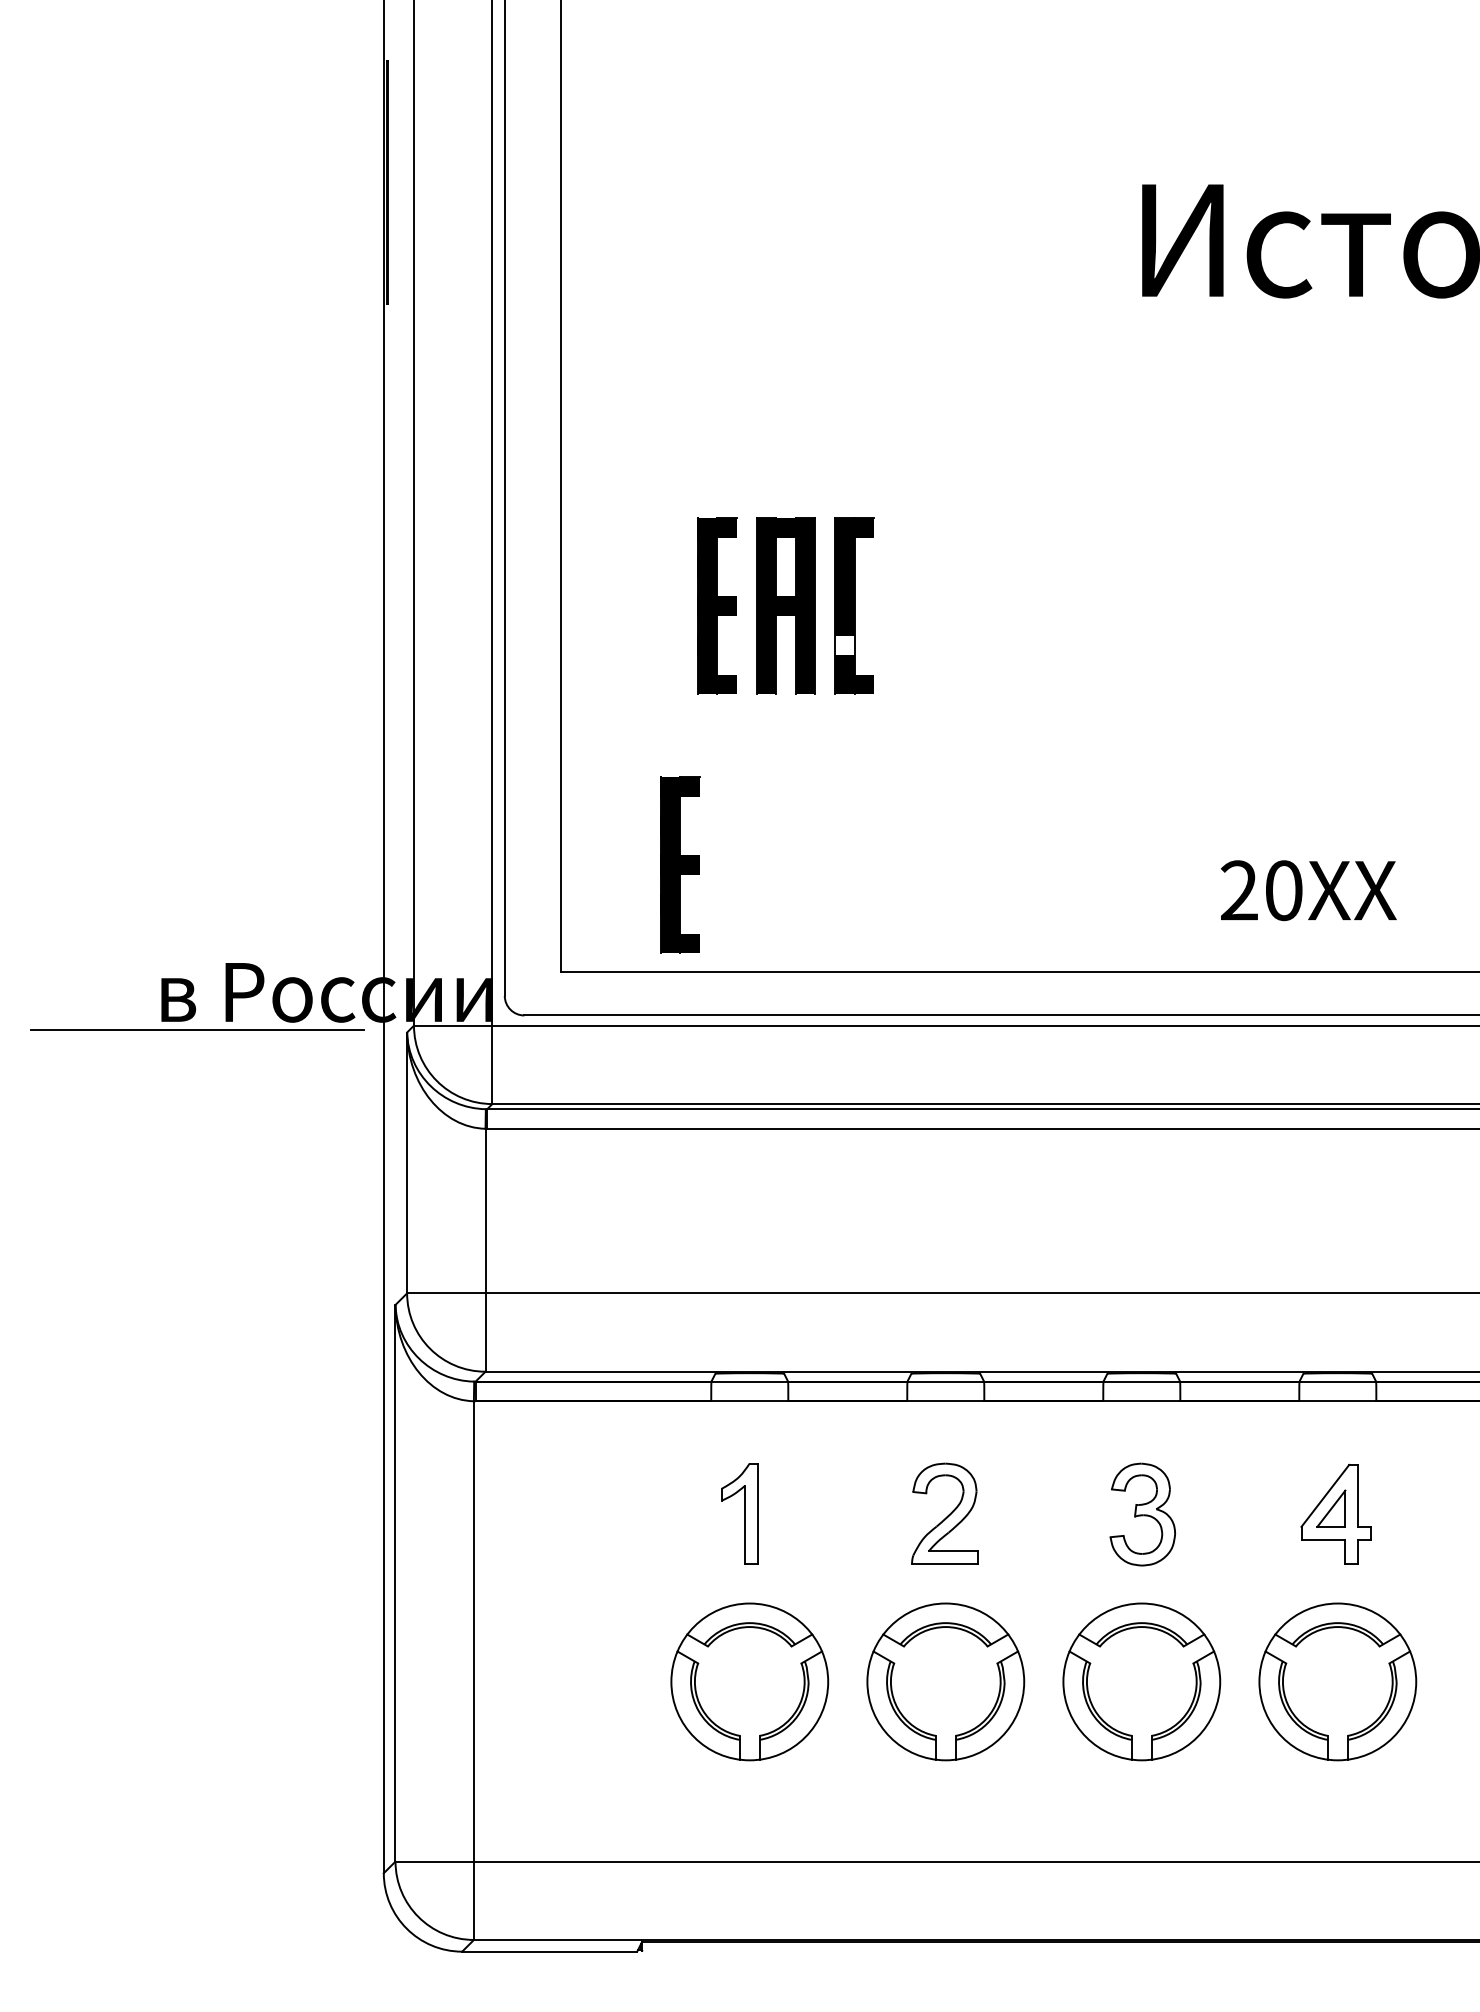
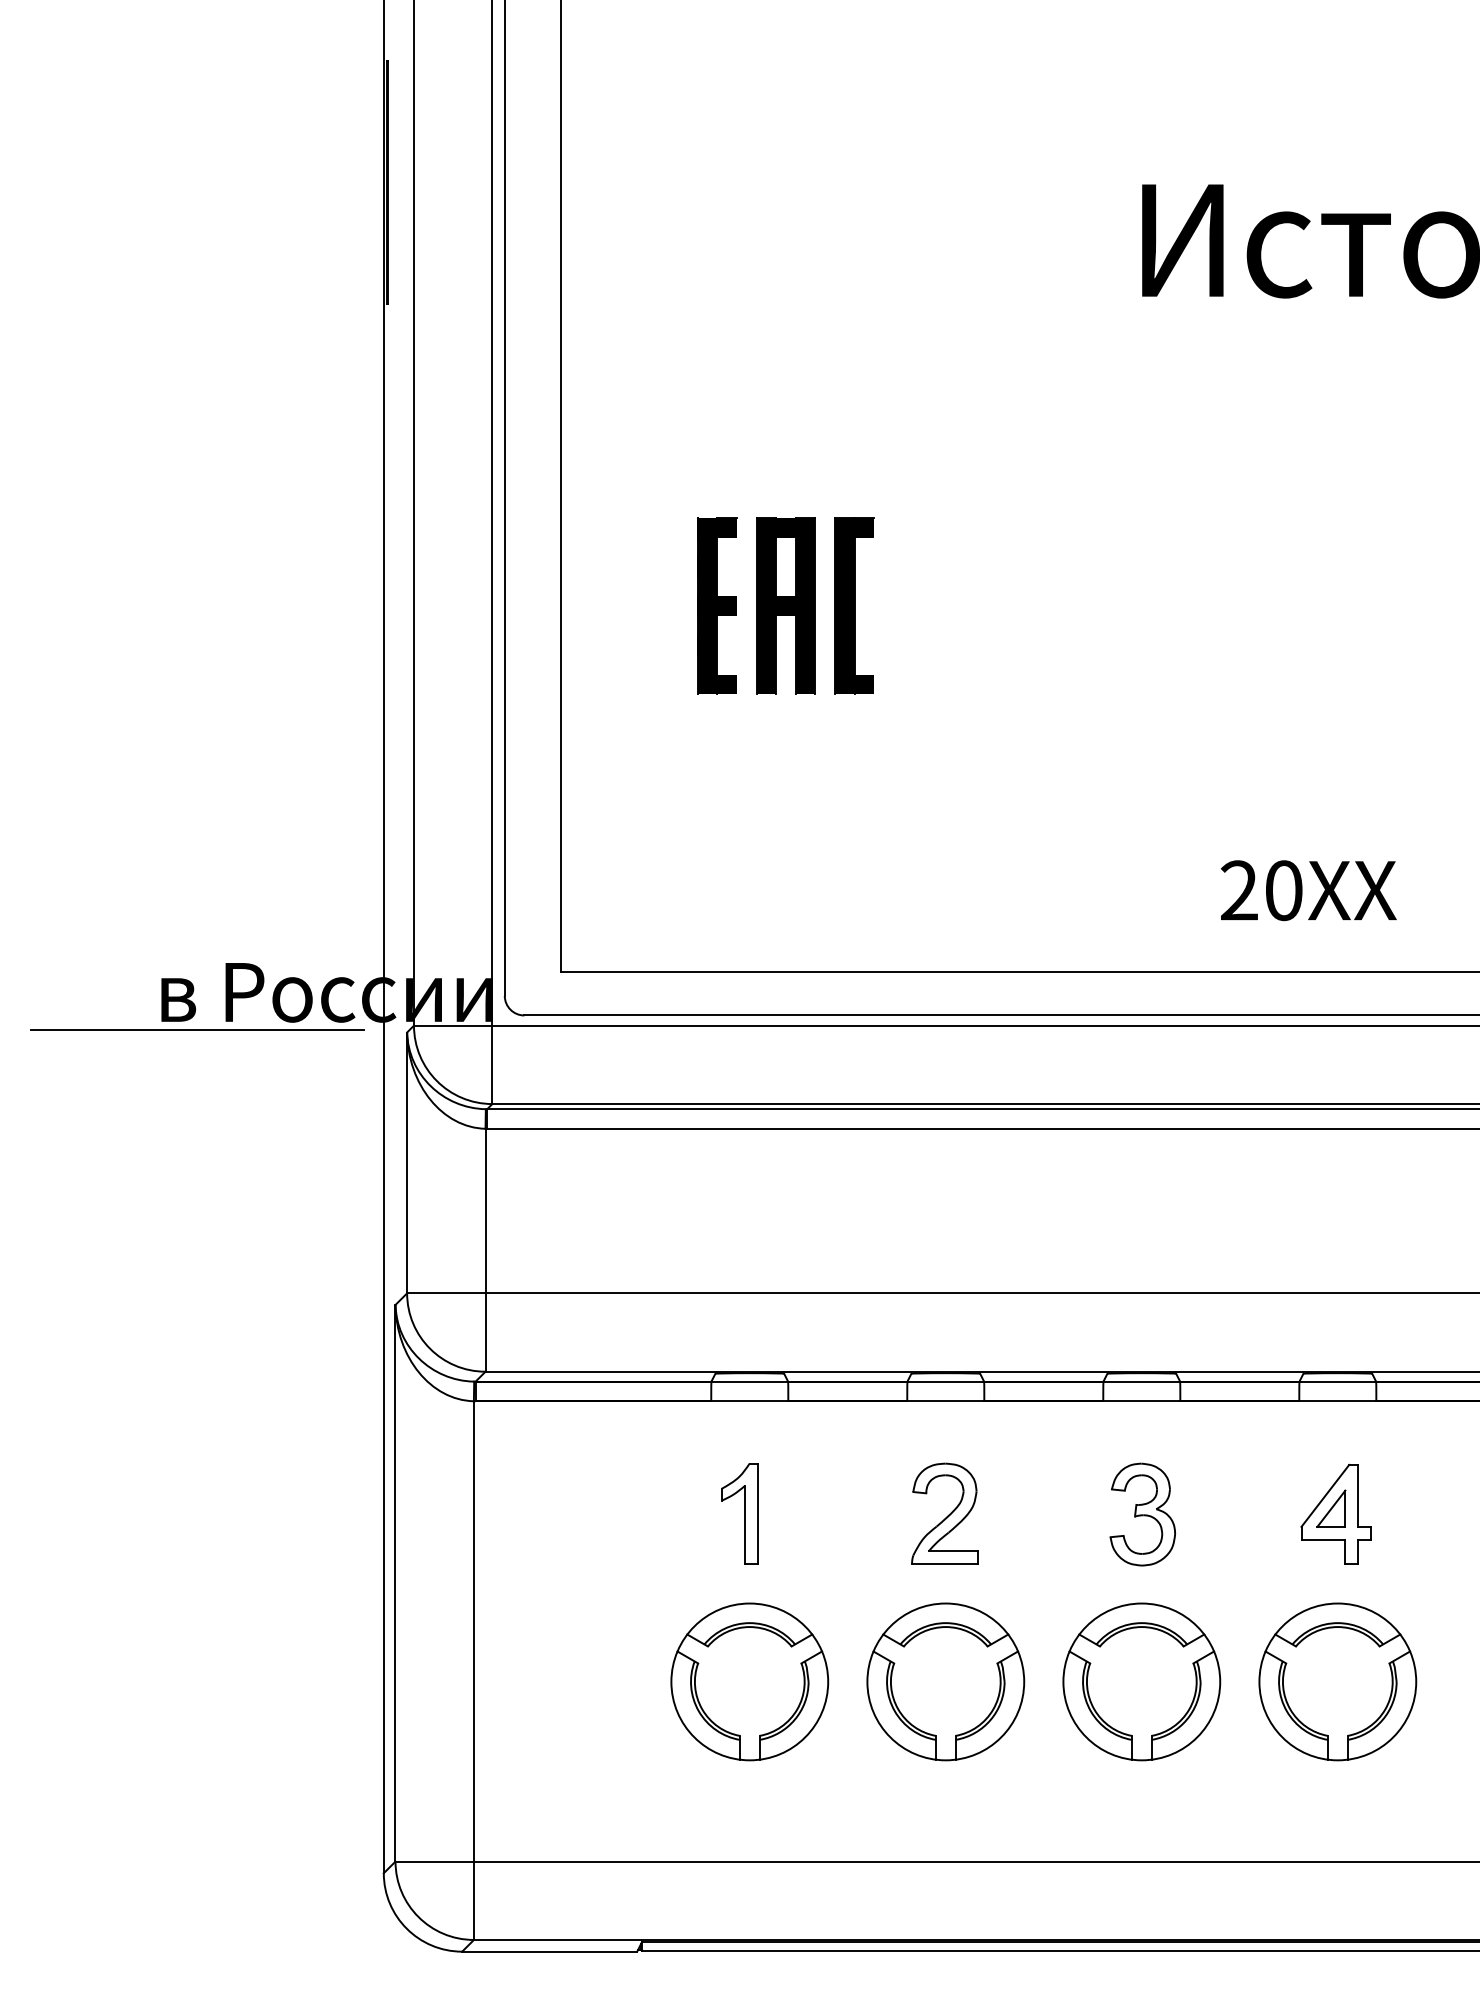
fill at (844, 645): none -> present
part at (680, 864): present -> none
line at (1059, 1950): none -> present
